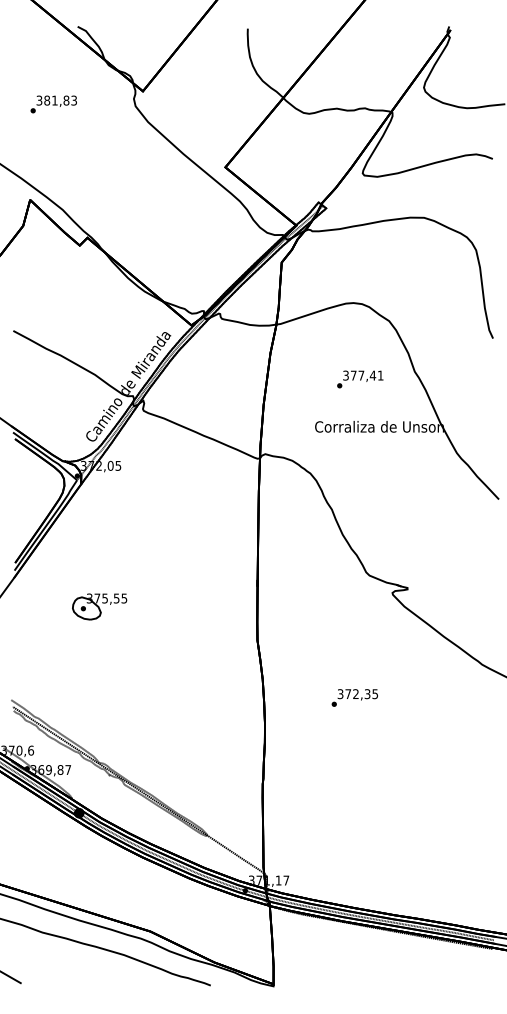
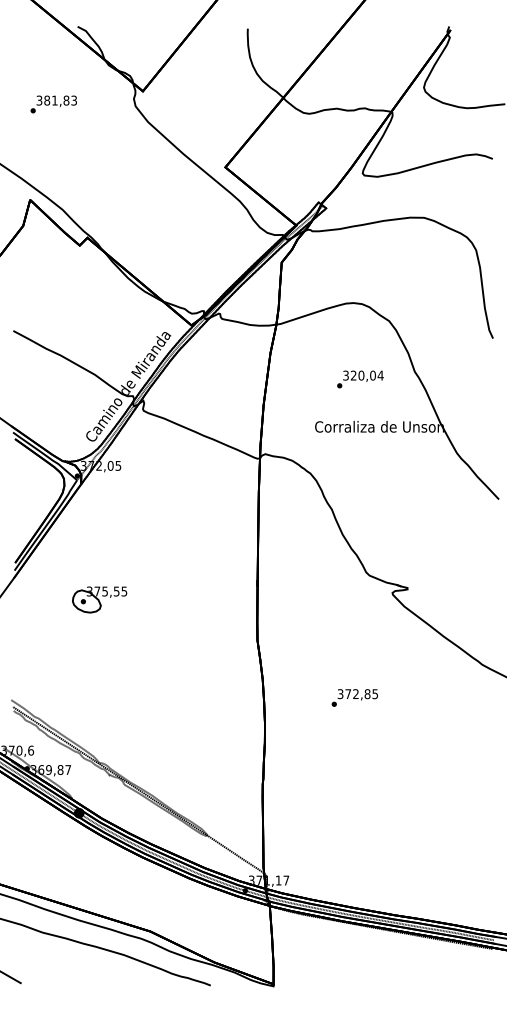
text at (366, 375): 377,41 -> 320,04
part at (99, 606) position: (99, 606) -> (99, 599)
text at (367, 694): 372,35 -> 372,85
